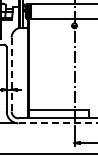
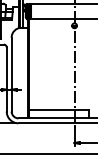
line at (11, 74): dashed -> solid
line at (58, 123): dashed -> solid
